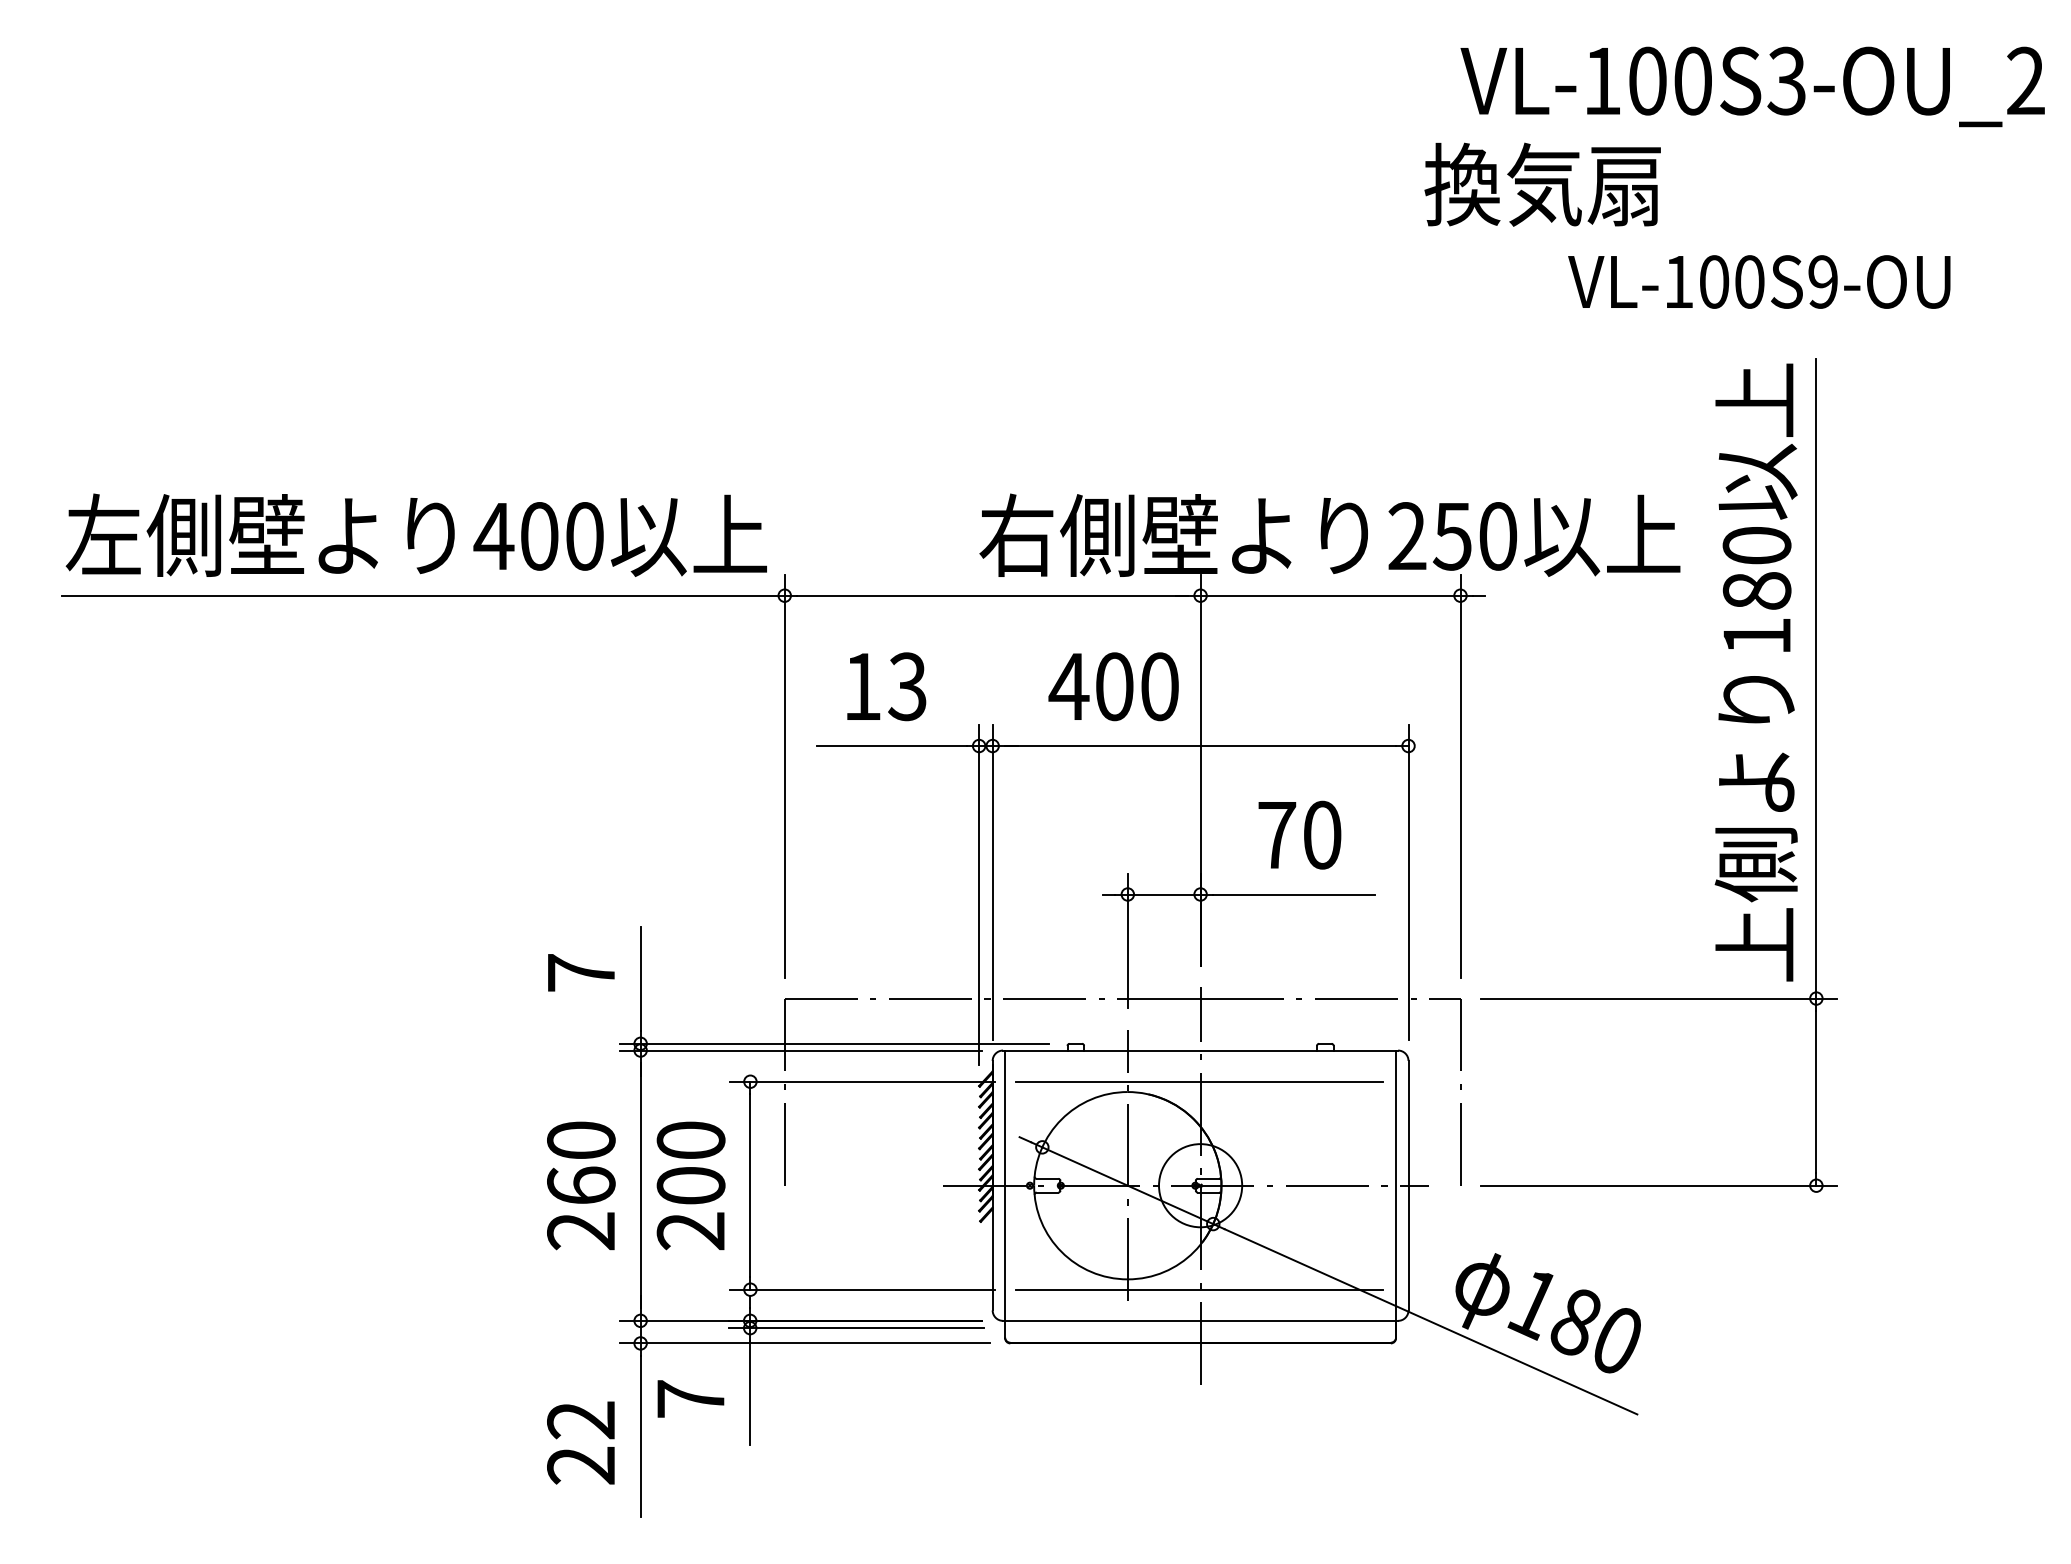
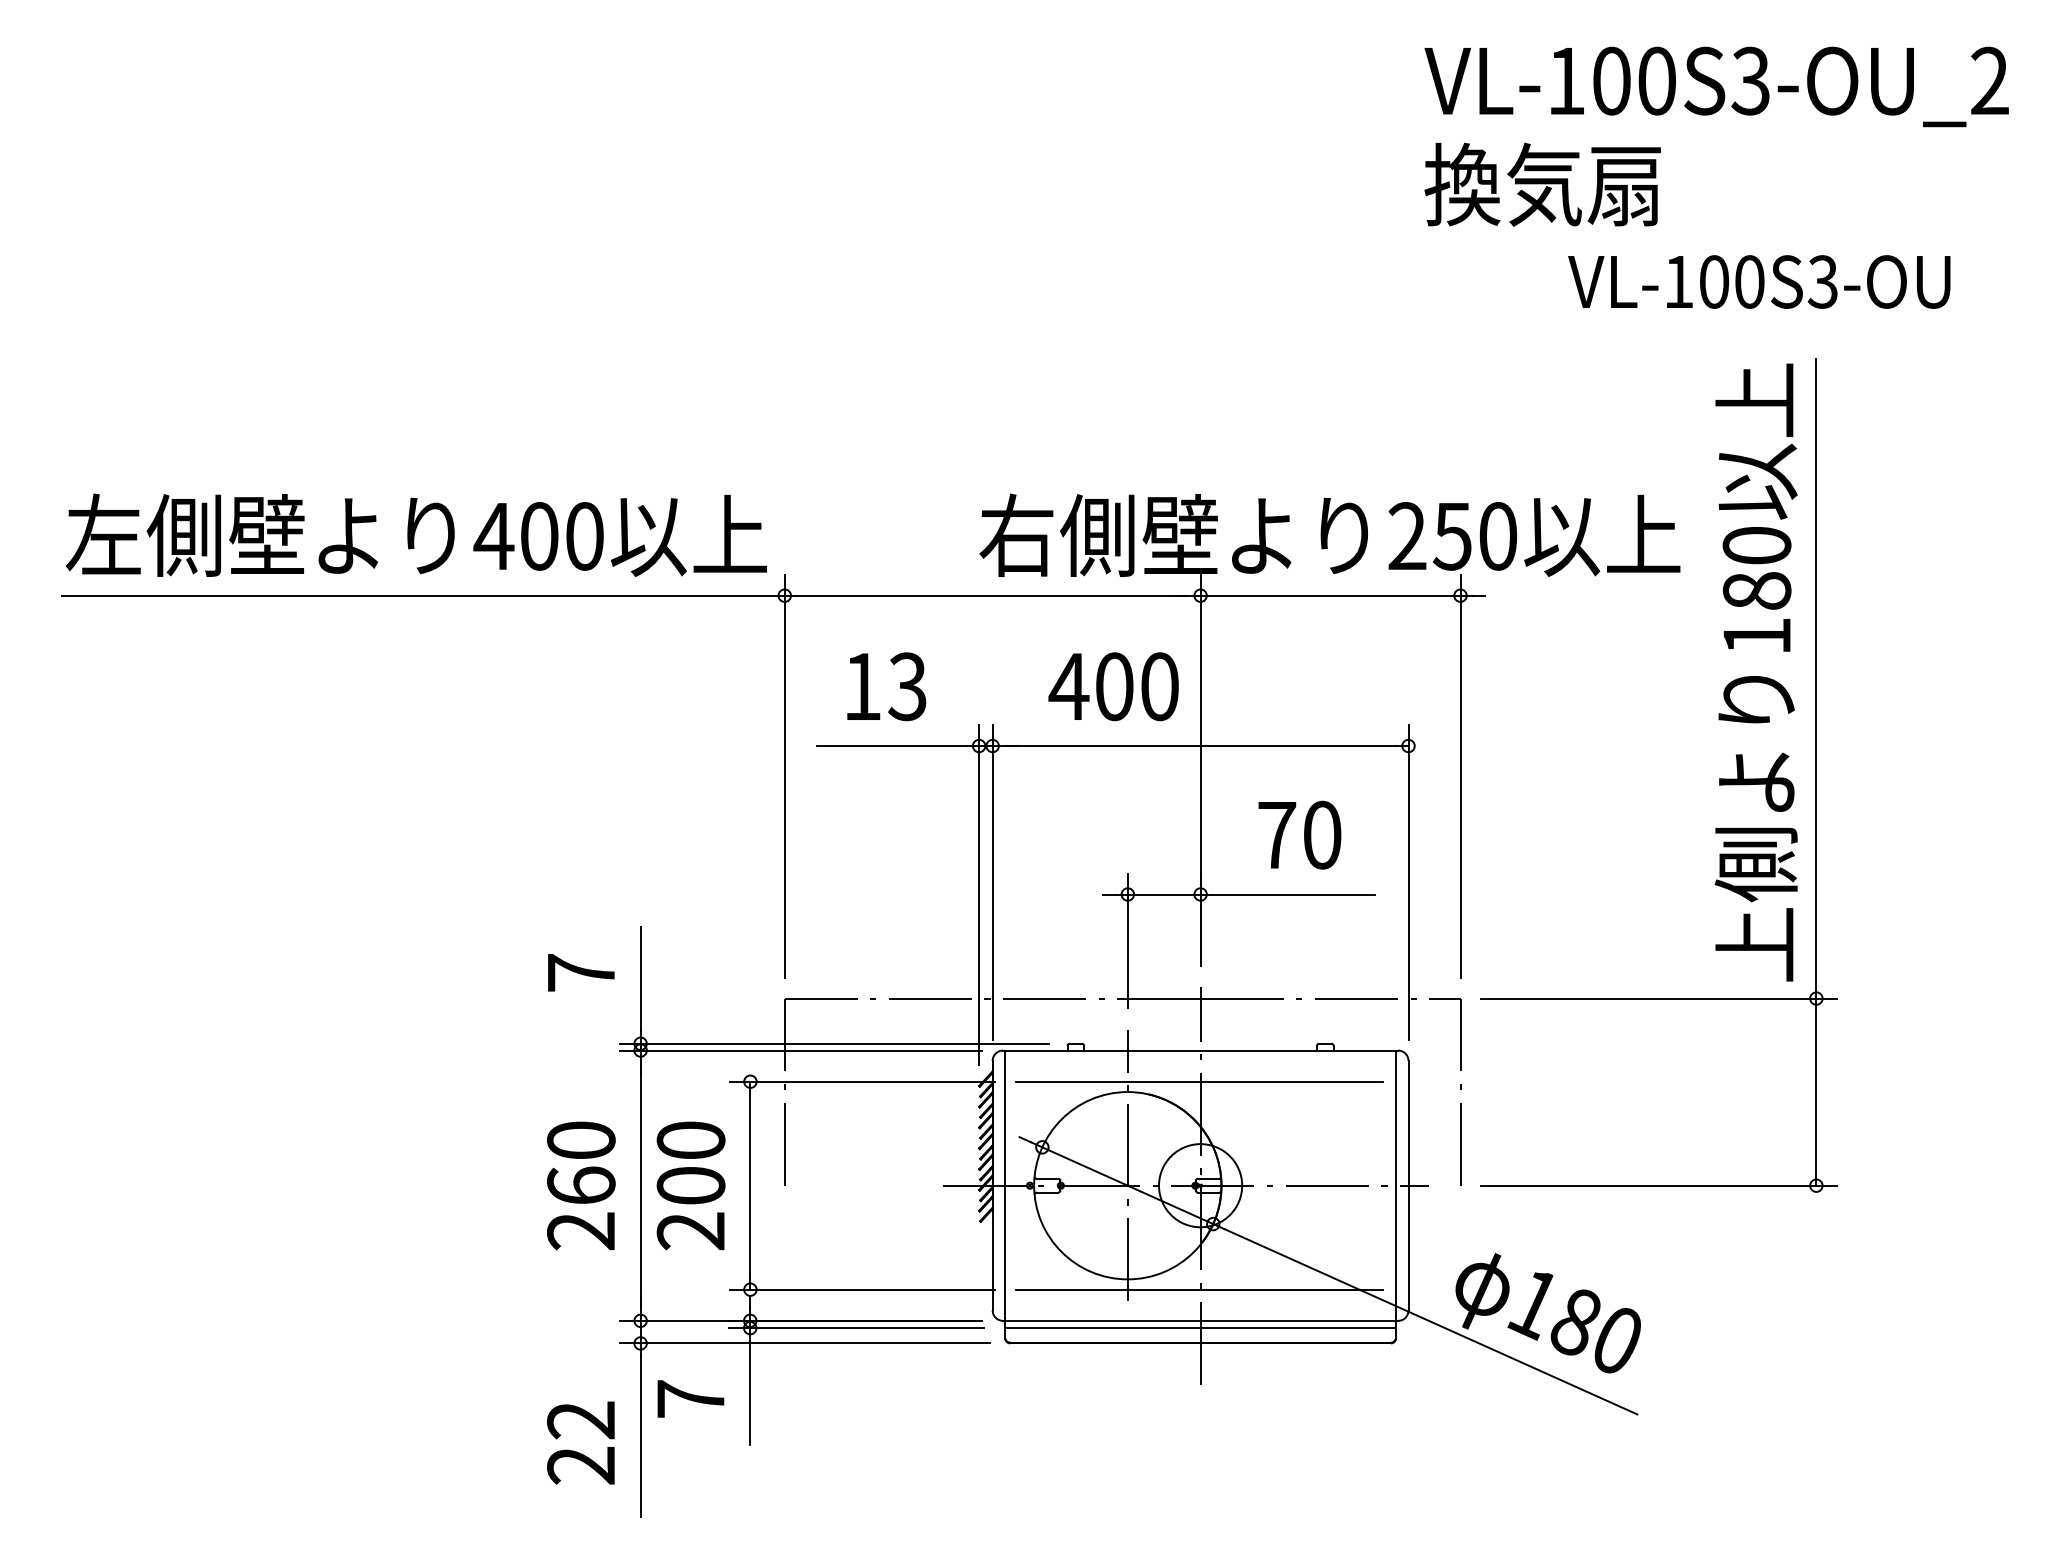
text at (1752, 86) position: (1752, 86) -> (1716, 86)
text at (1822, 281): VL-100S9-OU -> VL-100S3-OU
line at (1200, 1328): none -> present
